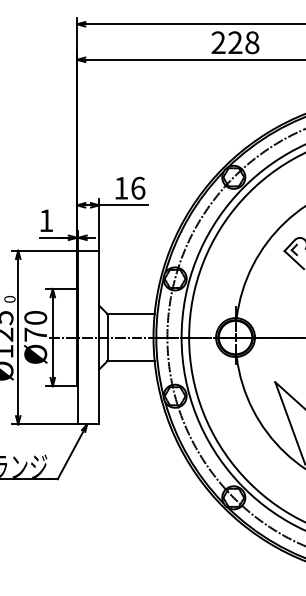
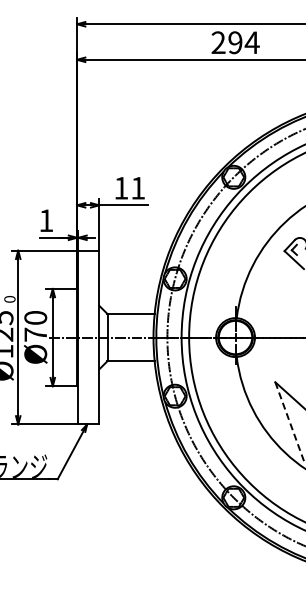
text at (243, 42): 228 -> 294
text at (138, 187): 16 -> 11
line at (290, 423): solid -> dashed
